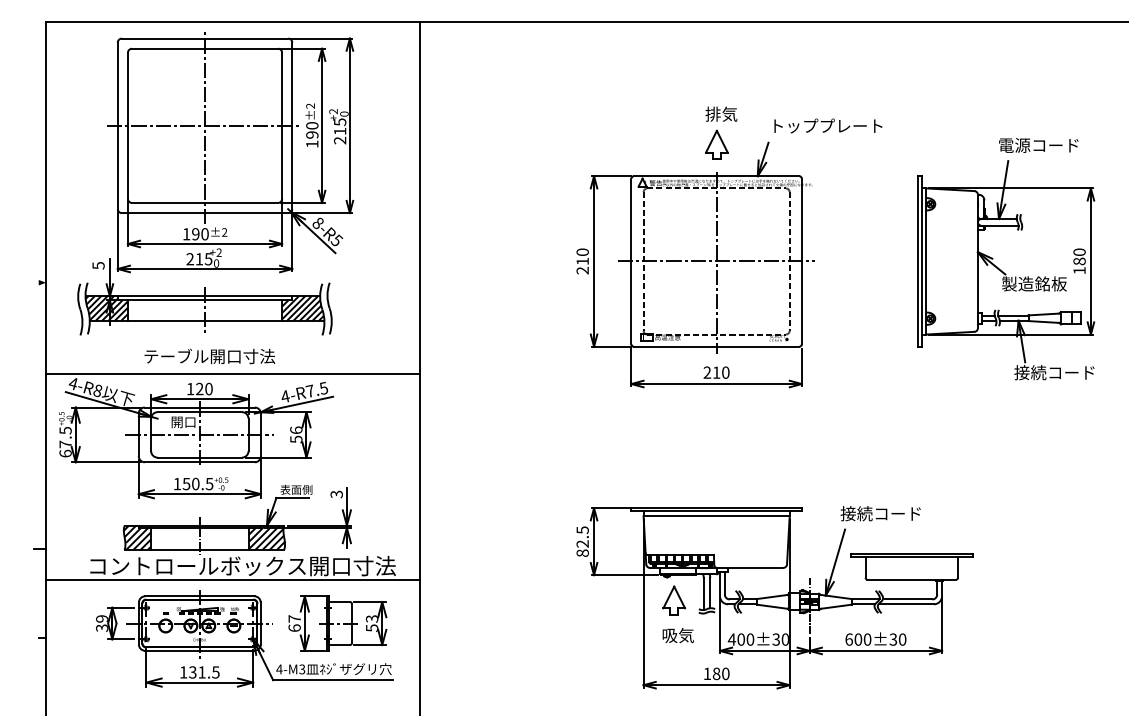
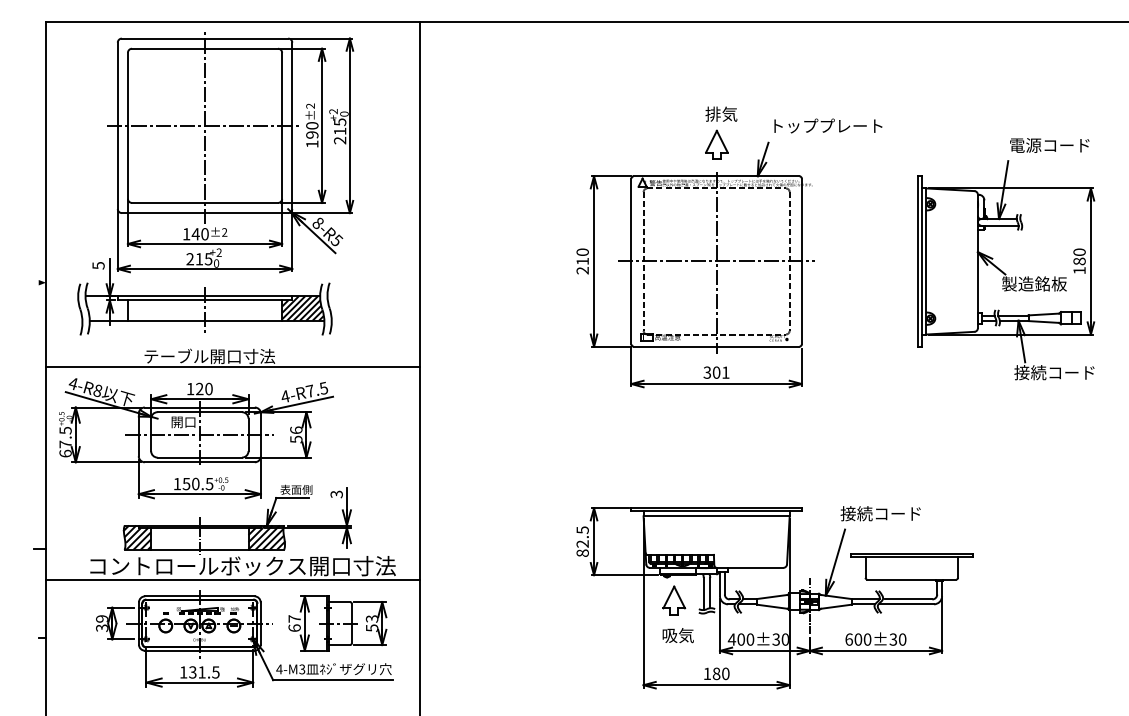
text at (1038, 145) position: (1038, 145) -> (1049, 145)
text at (195, 234): 190 -> 140
hatch at (106, 308): present -> none
text at (716, 372): 210 -> 301
line at (233, 374) position: (233, 374) -> (233, 367)
